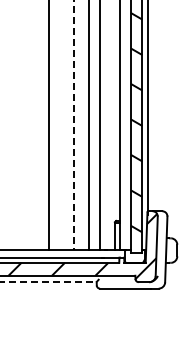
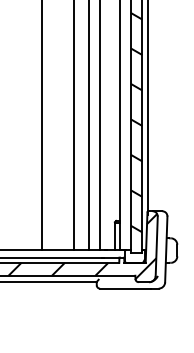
line at (48, 125) position: (48, 125) -> (41, 125)
line at (74, 125): dashed -> solid
line at (48, 282): dashed -> solid
